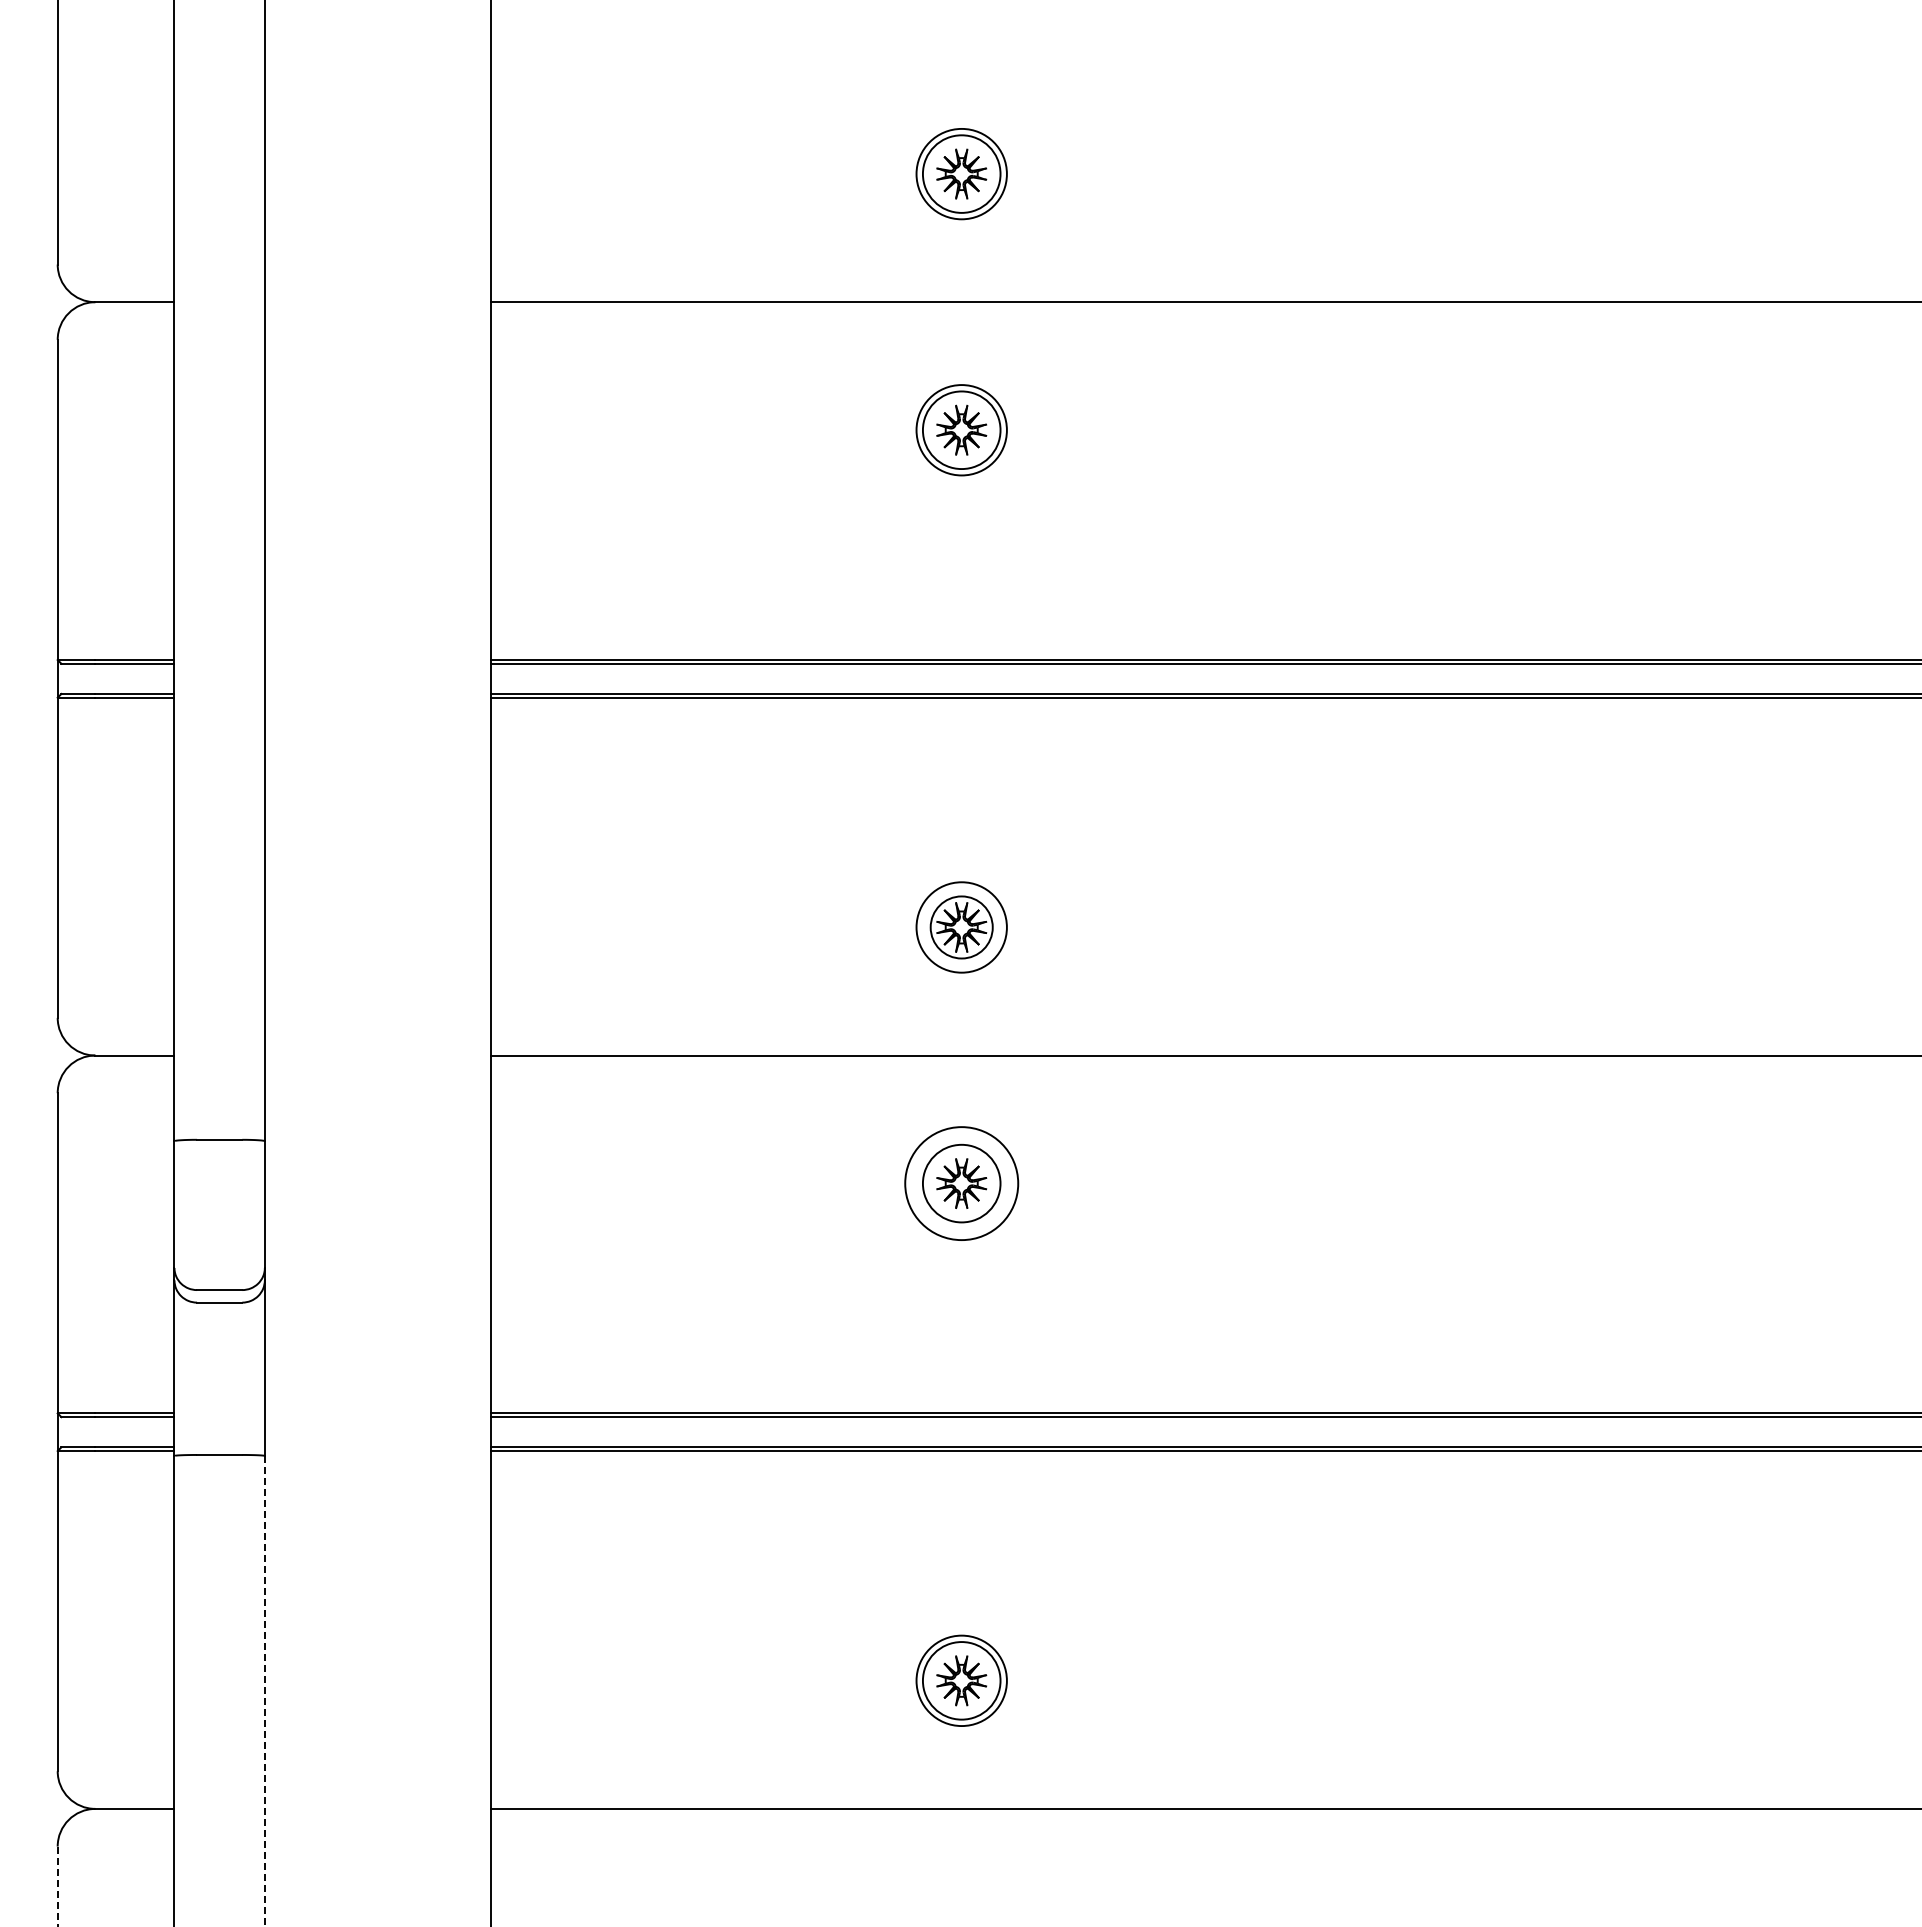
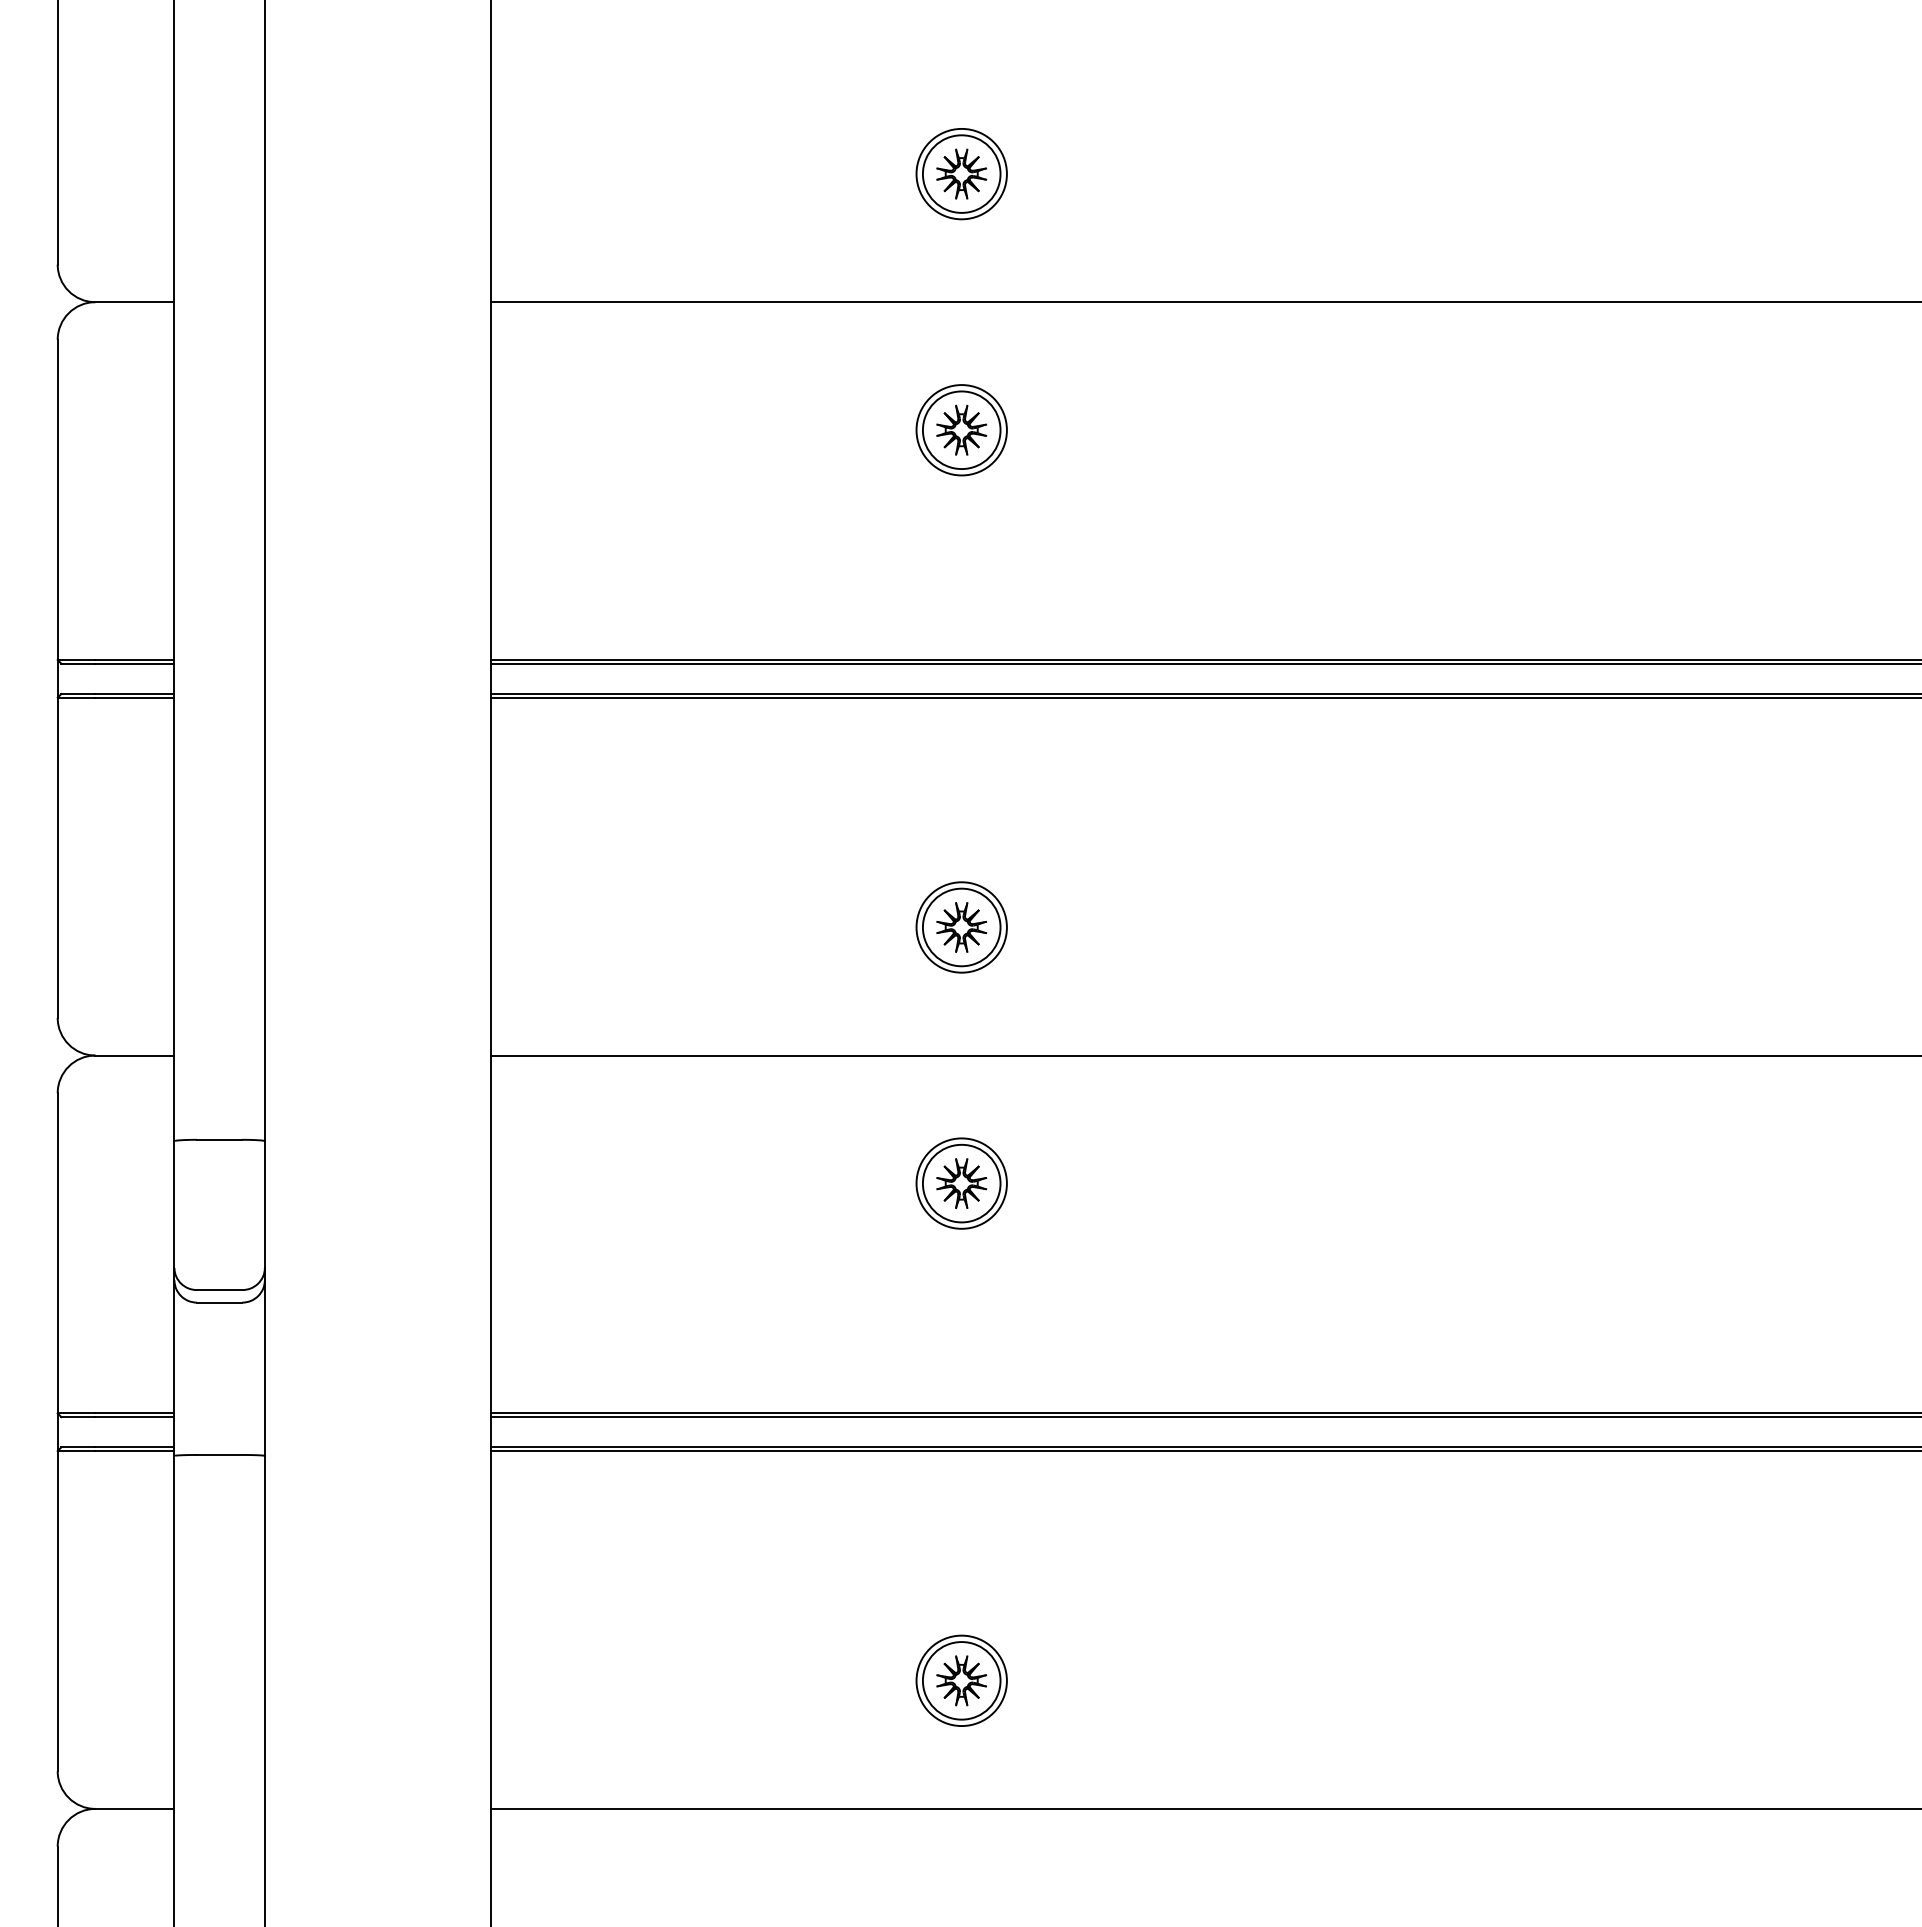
circle at (961, 927) diameter: 62 px -> 78 px
circle at (961, 1183) diameter: 113 px -> 90 px
line at (264, 1691): dashed -> solid
line at (57, 1886): dashed -> solid
